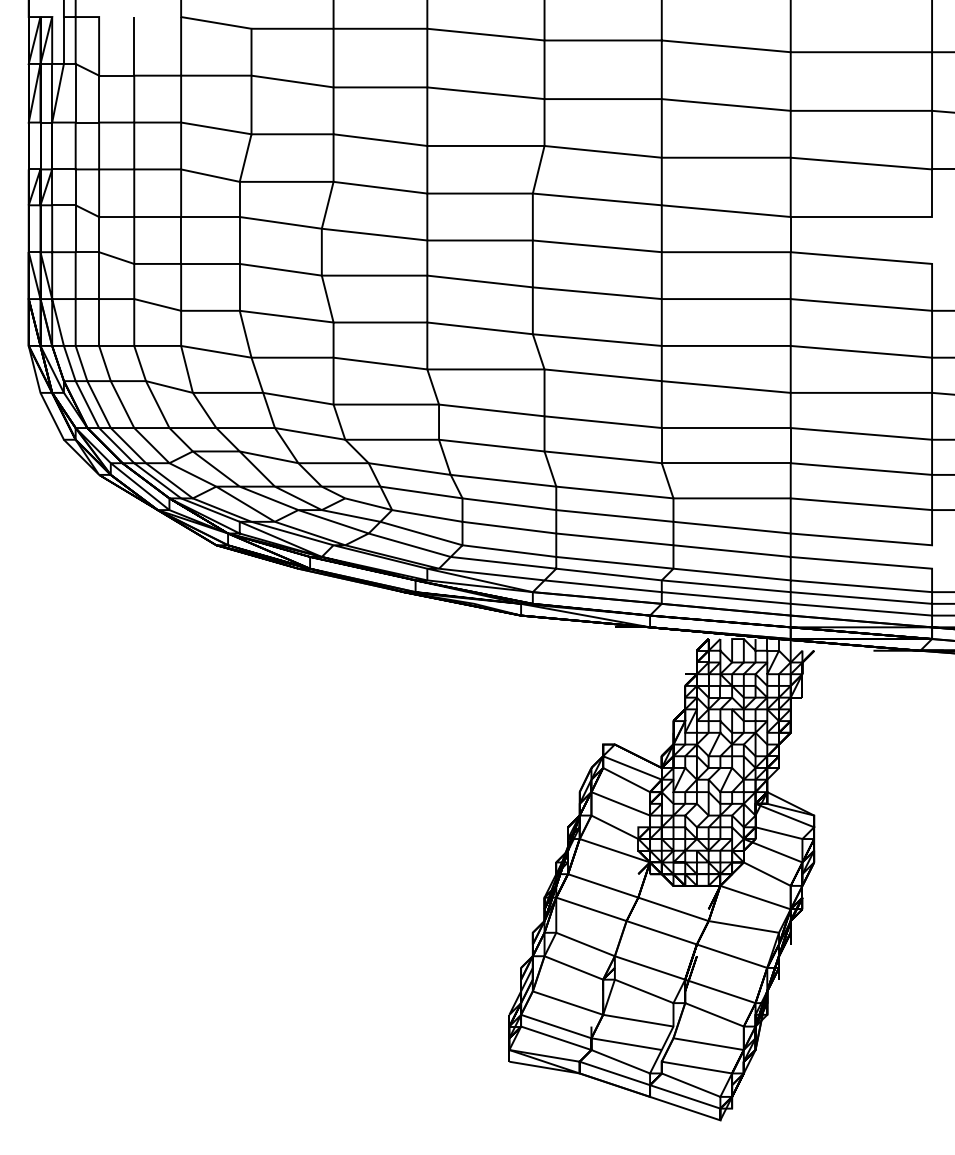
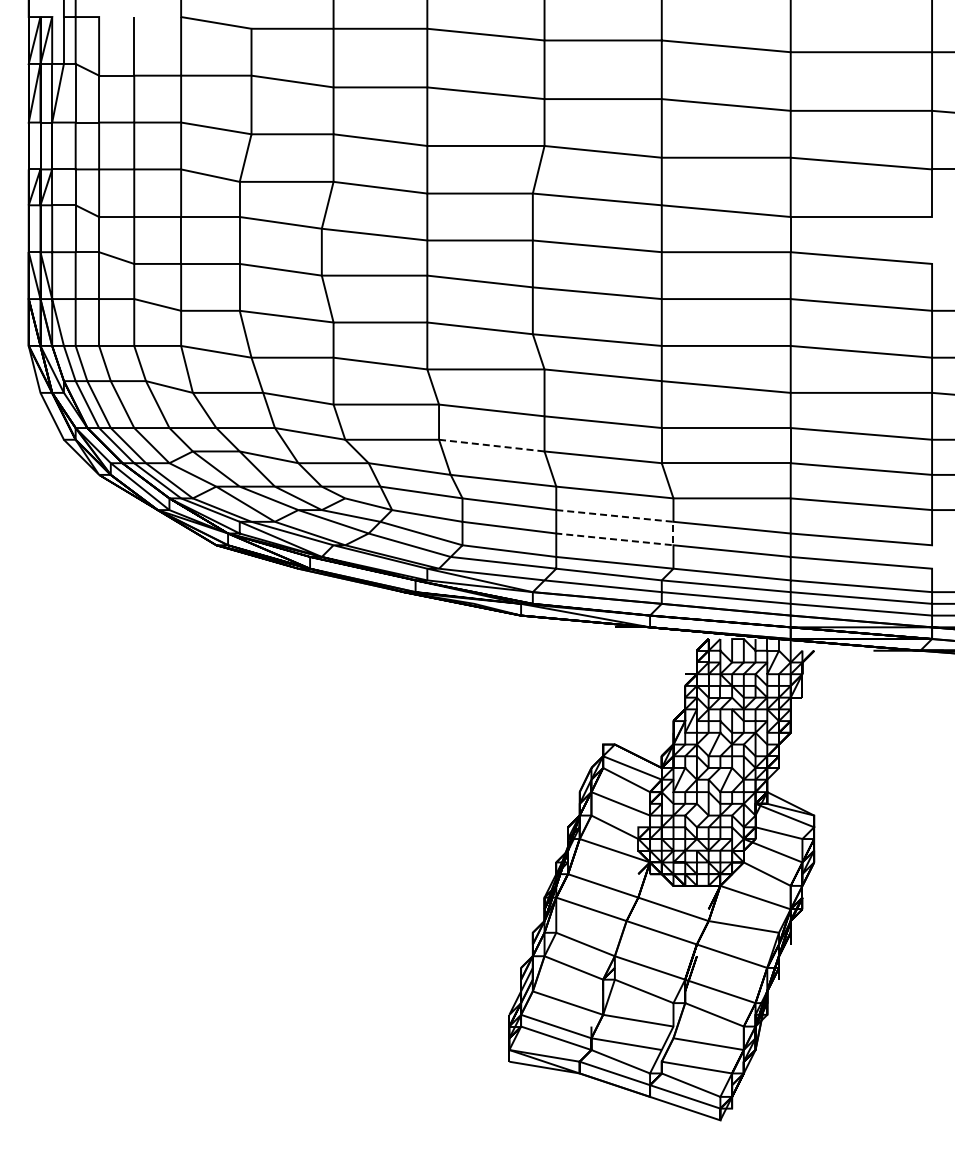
line at (492, 445): solid -> dashed
line at (673, 533): solid -> dashed
